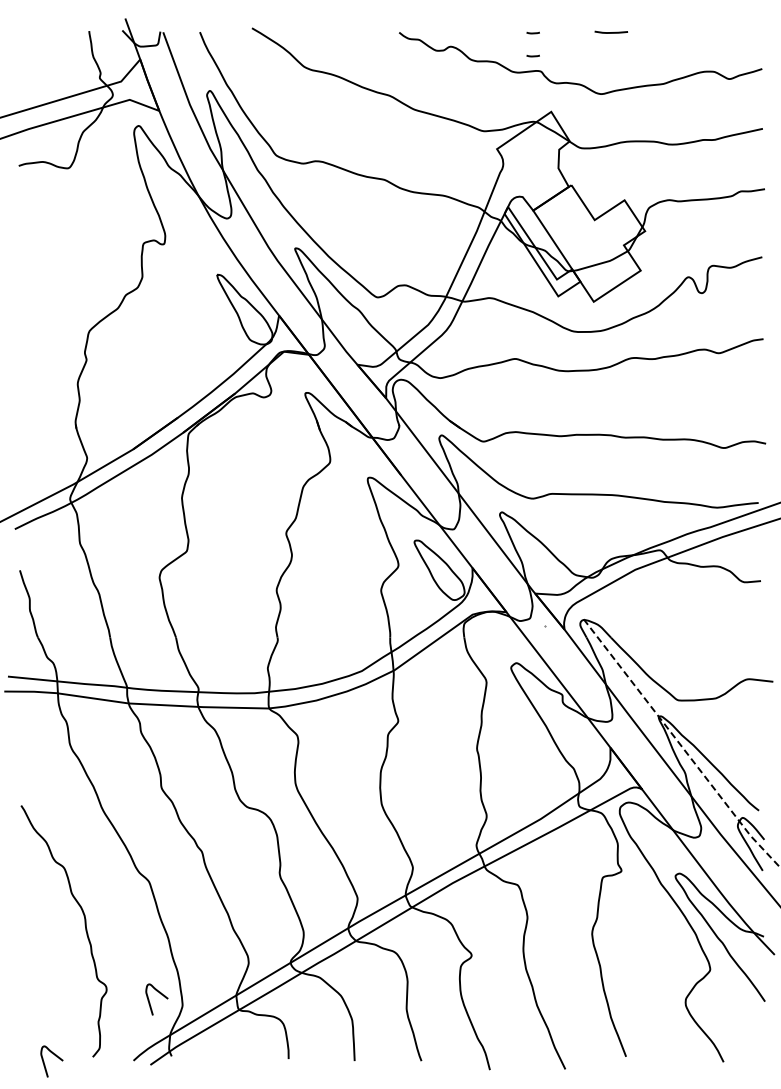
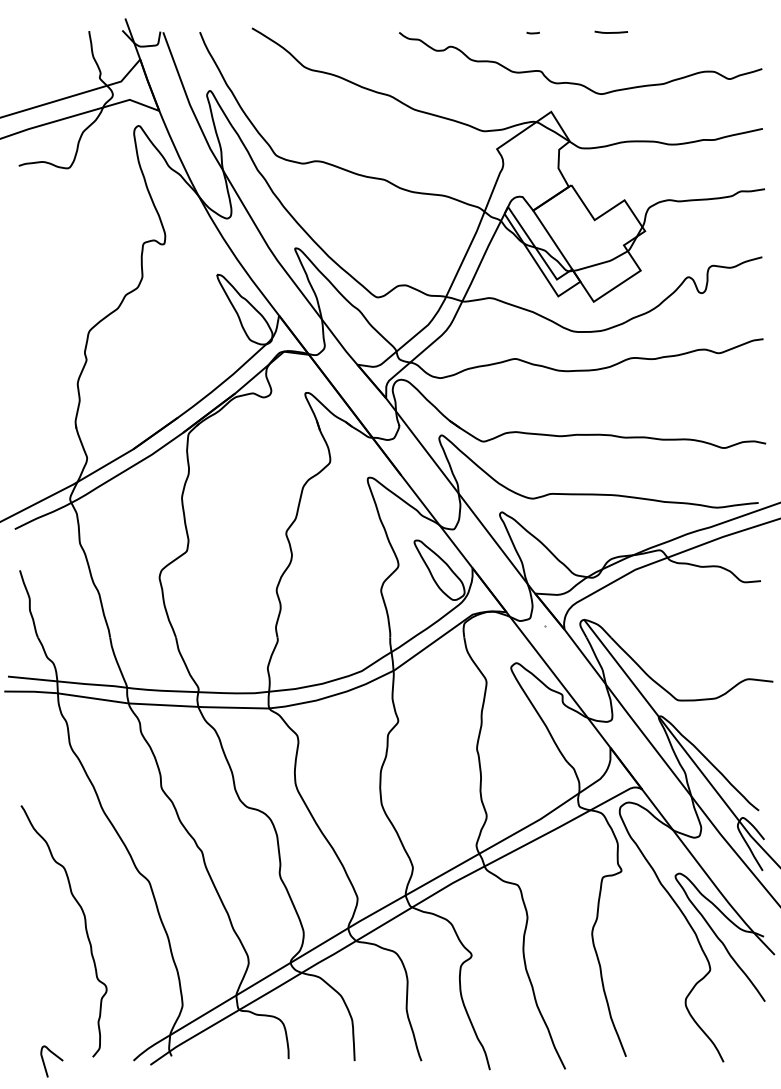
curve at (532, 55): present -> none
line at (681, 745): dashed -> solid
curve at (160, 994): present -> none
